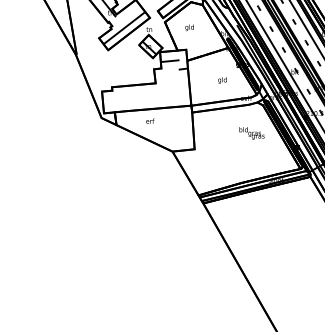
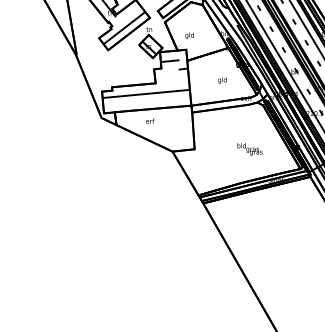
text at (189, 27) position: (189, 27) -> (189, 35)
line at (146, 93): none -> present
text at (251, 133) position: (251, 133) -> (249, 149)
